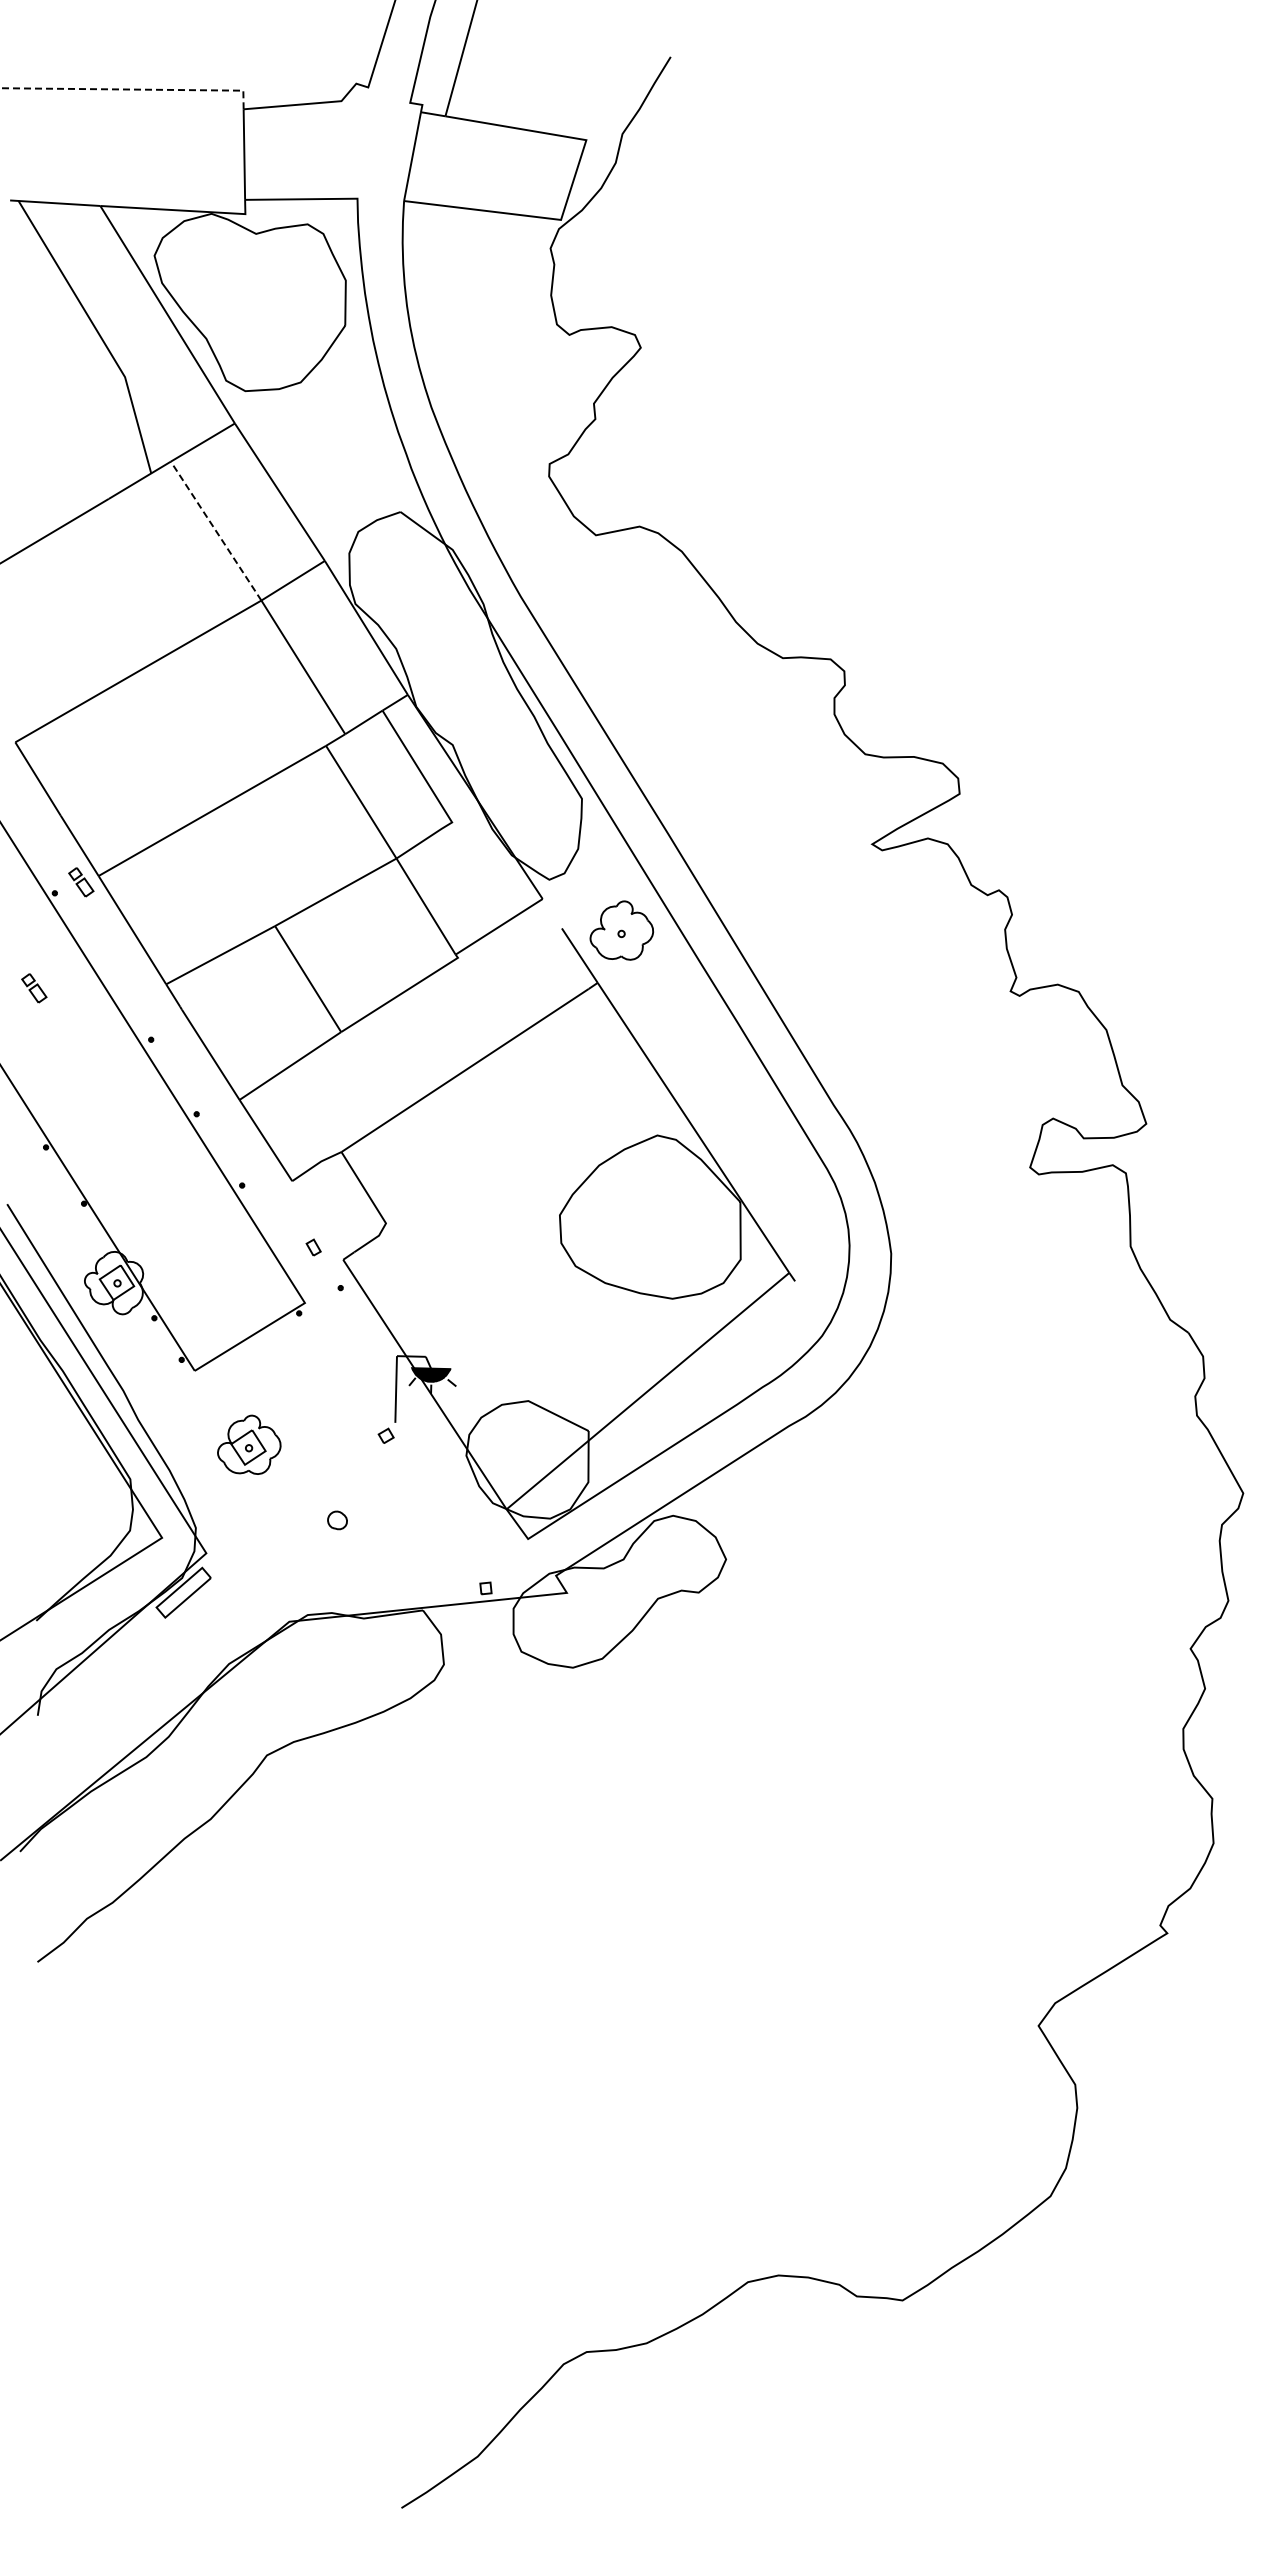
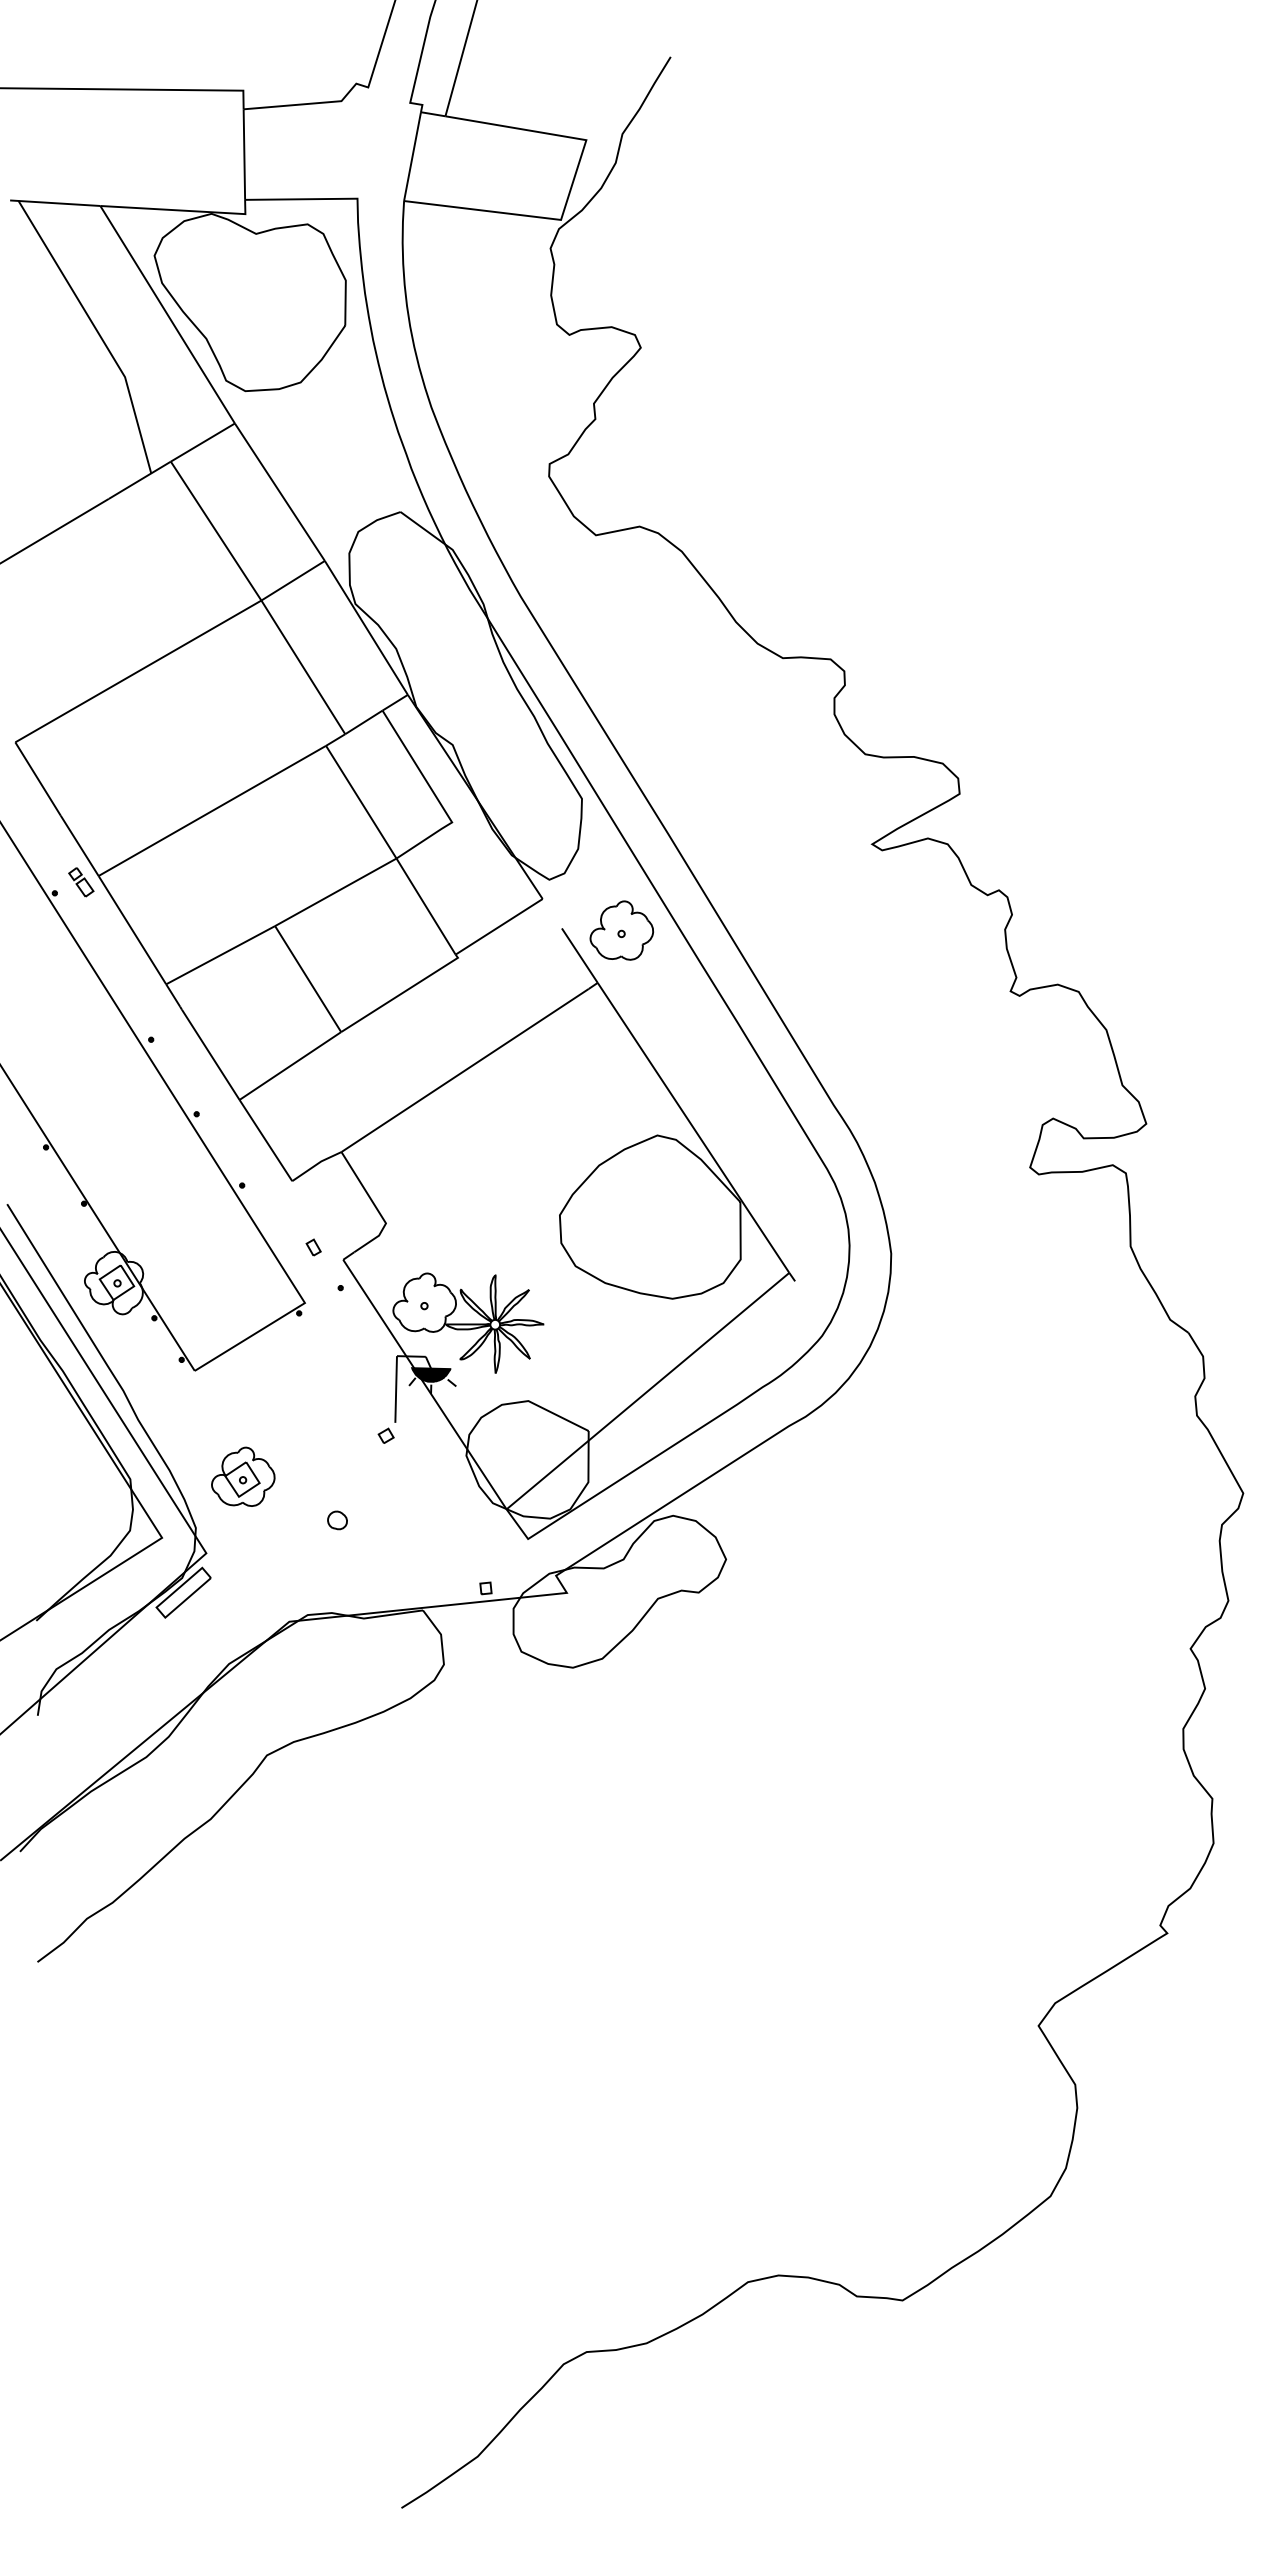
line at (131, 89): dashed -> solid
line at (216, 531): dashed -> solid
part at (34, 988): present -> none
part at (468, 1322): none -> present
part at (249, 1444) position: (249, 1444) -> (243, 1476)
